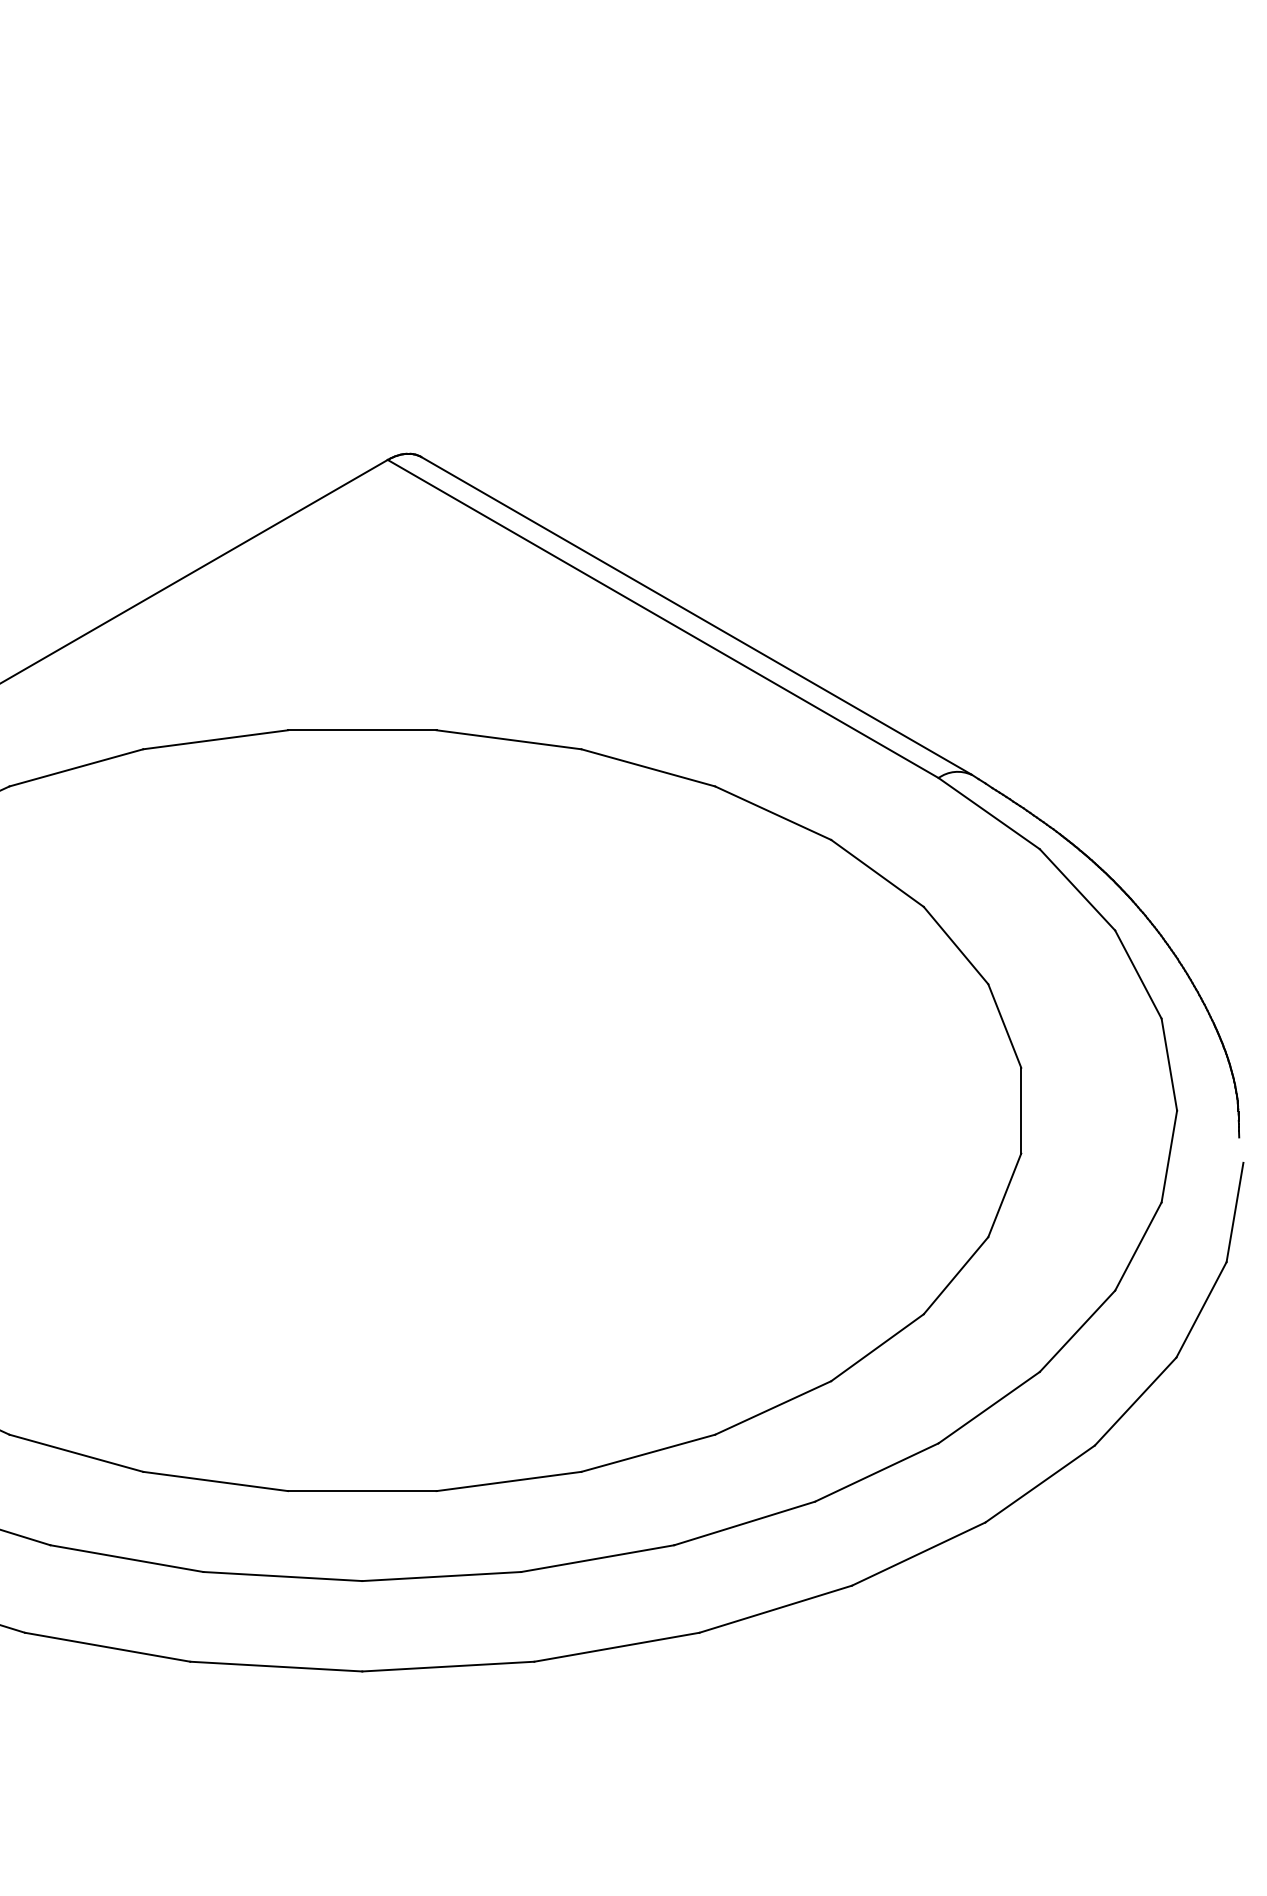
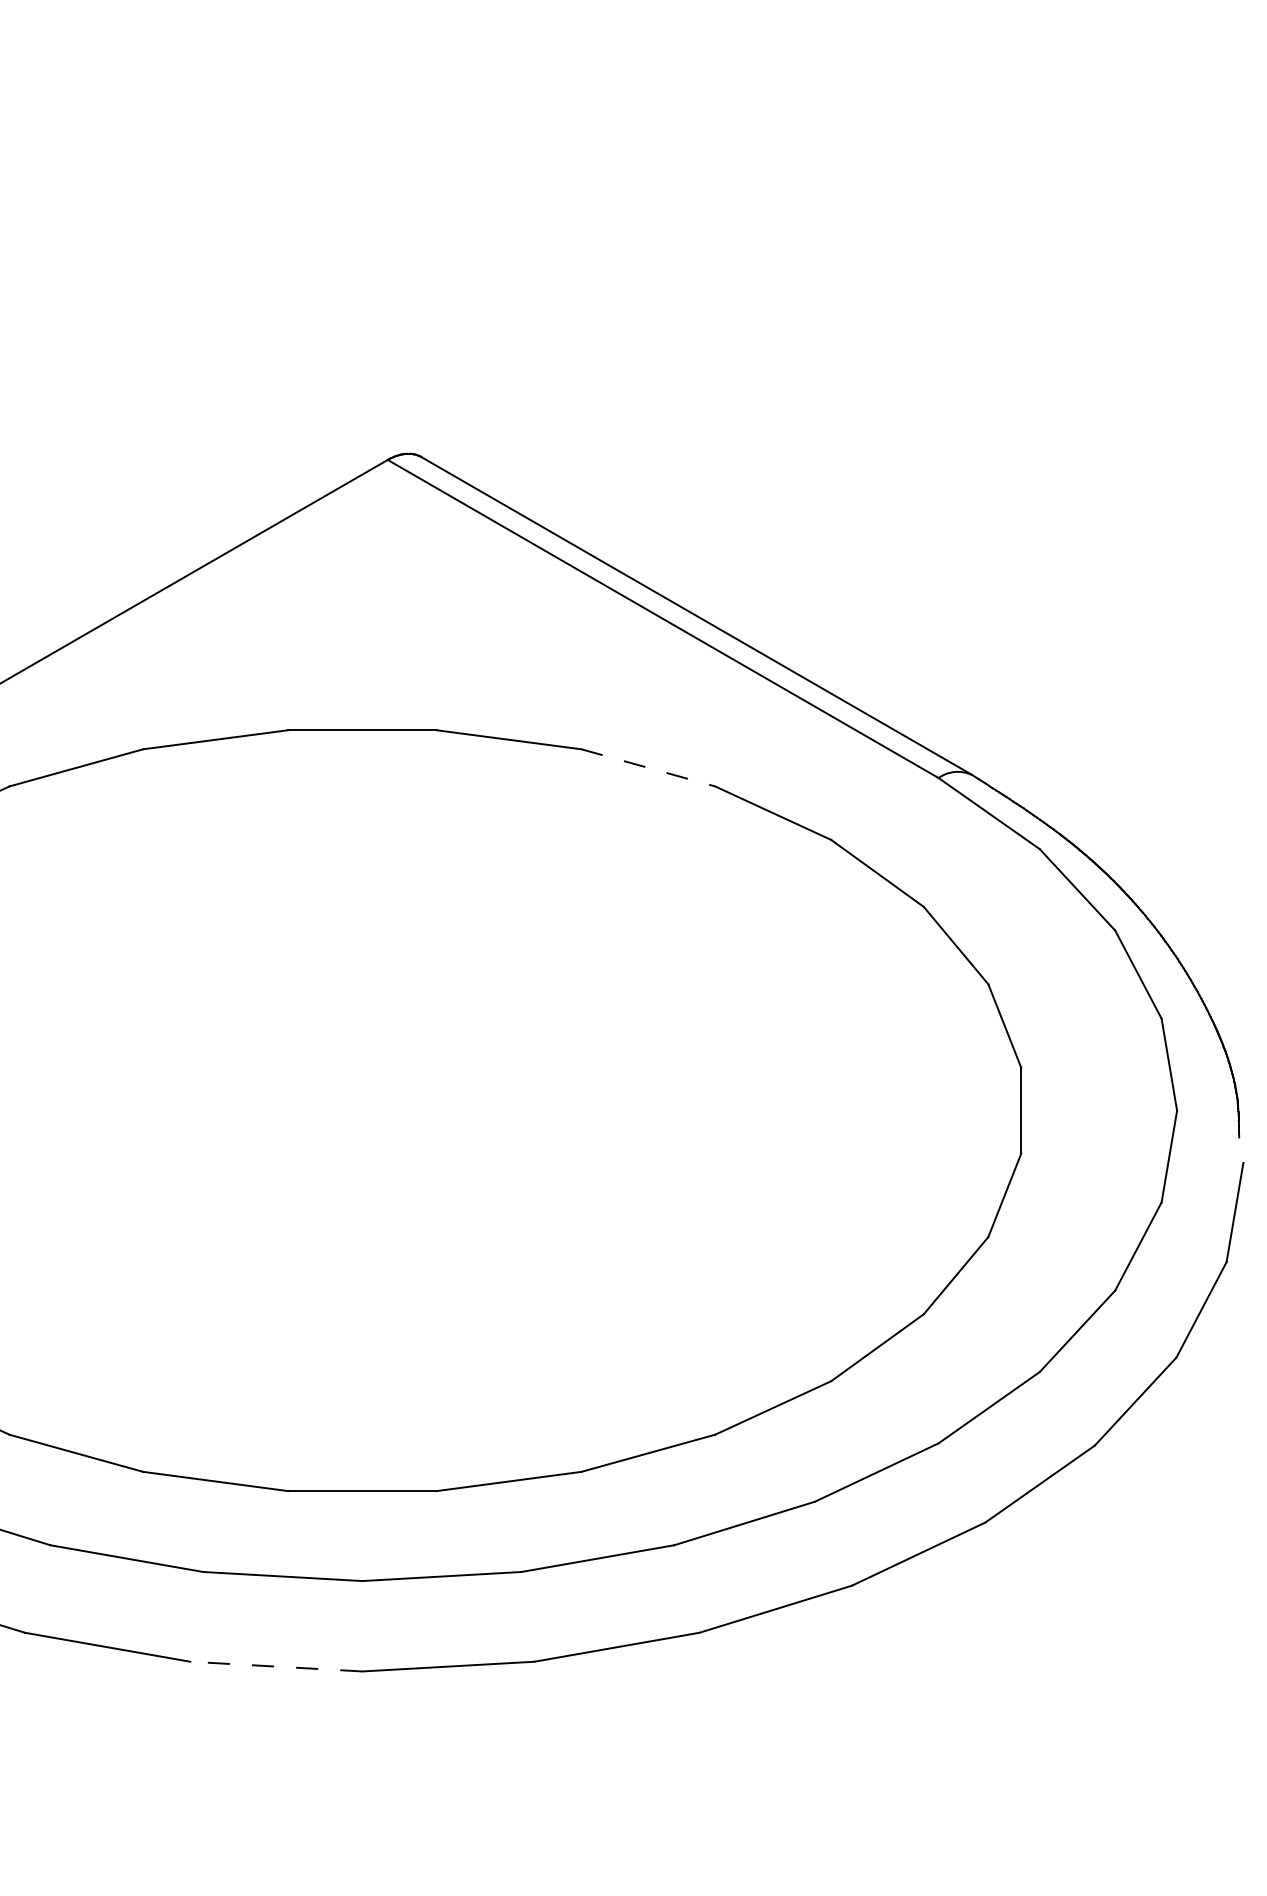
line at (648, 767): solid -> dashed
line at (275, 1666): solid -> dashed
